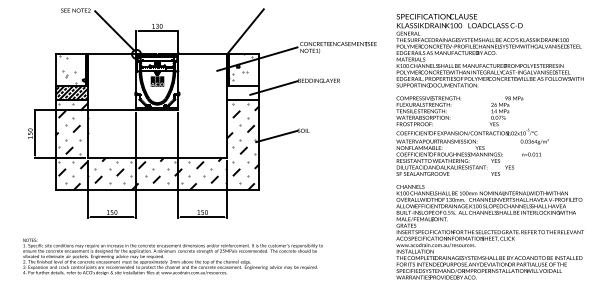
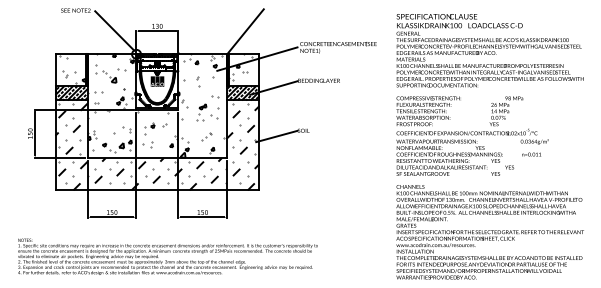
hatch at (242, 92): none -> present
hatch at (155, 105): none -> present
text at (172, 256) position: (172, 256) -> (167, 256)
